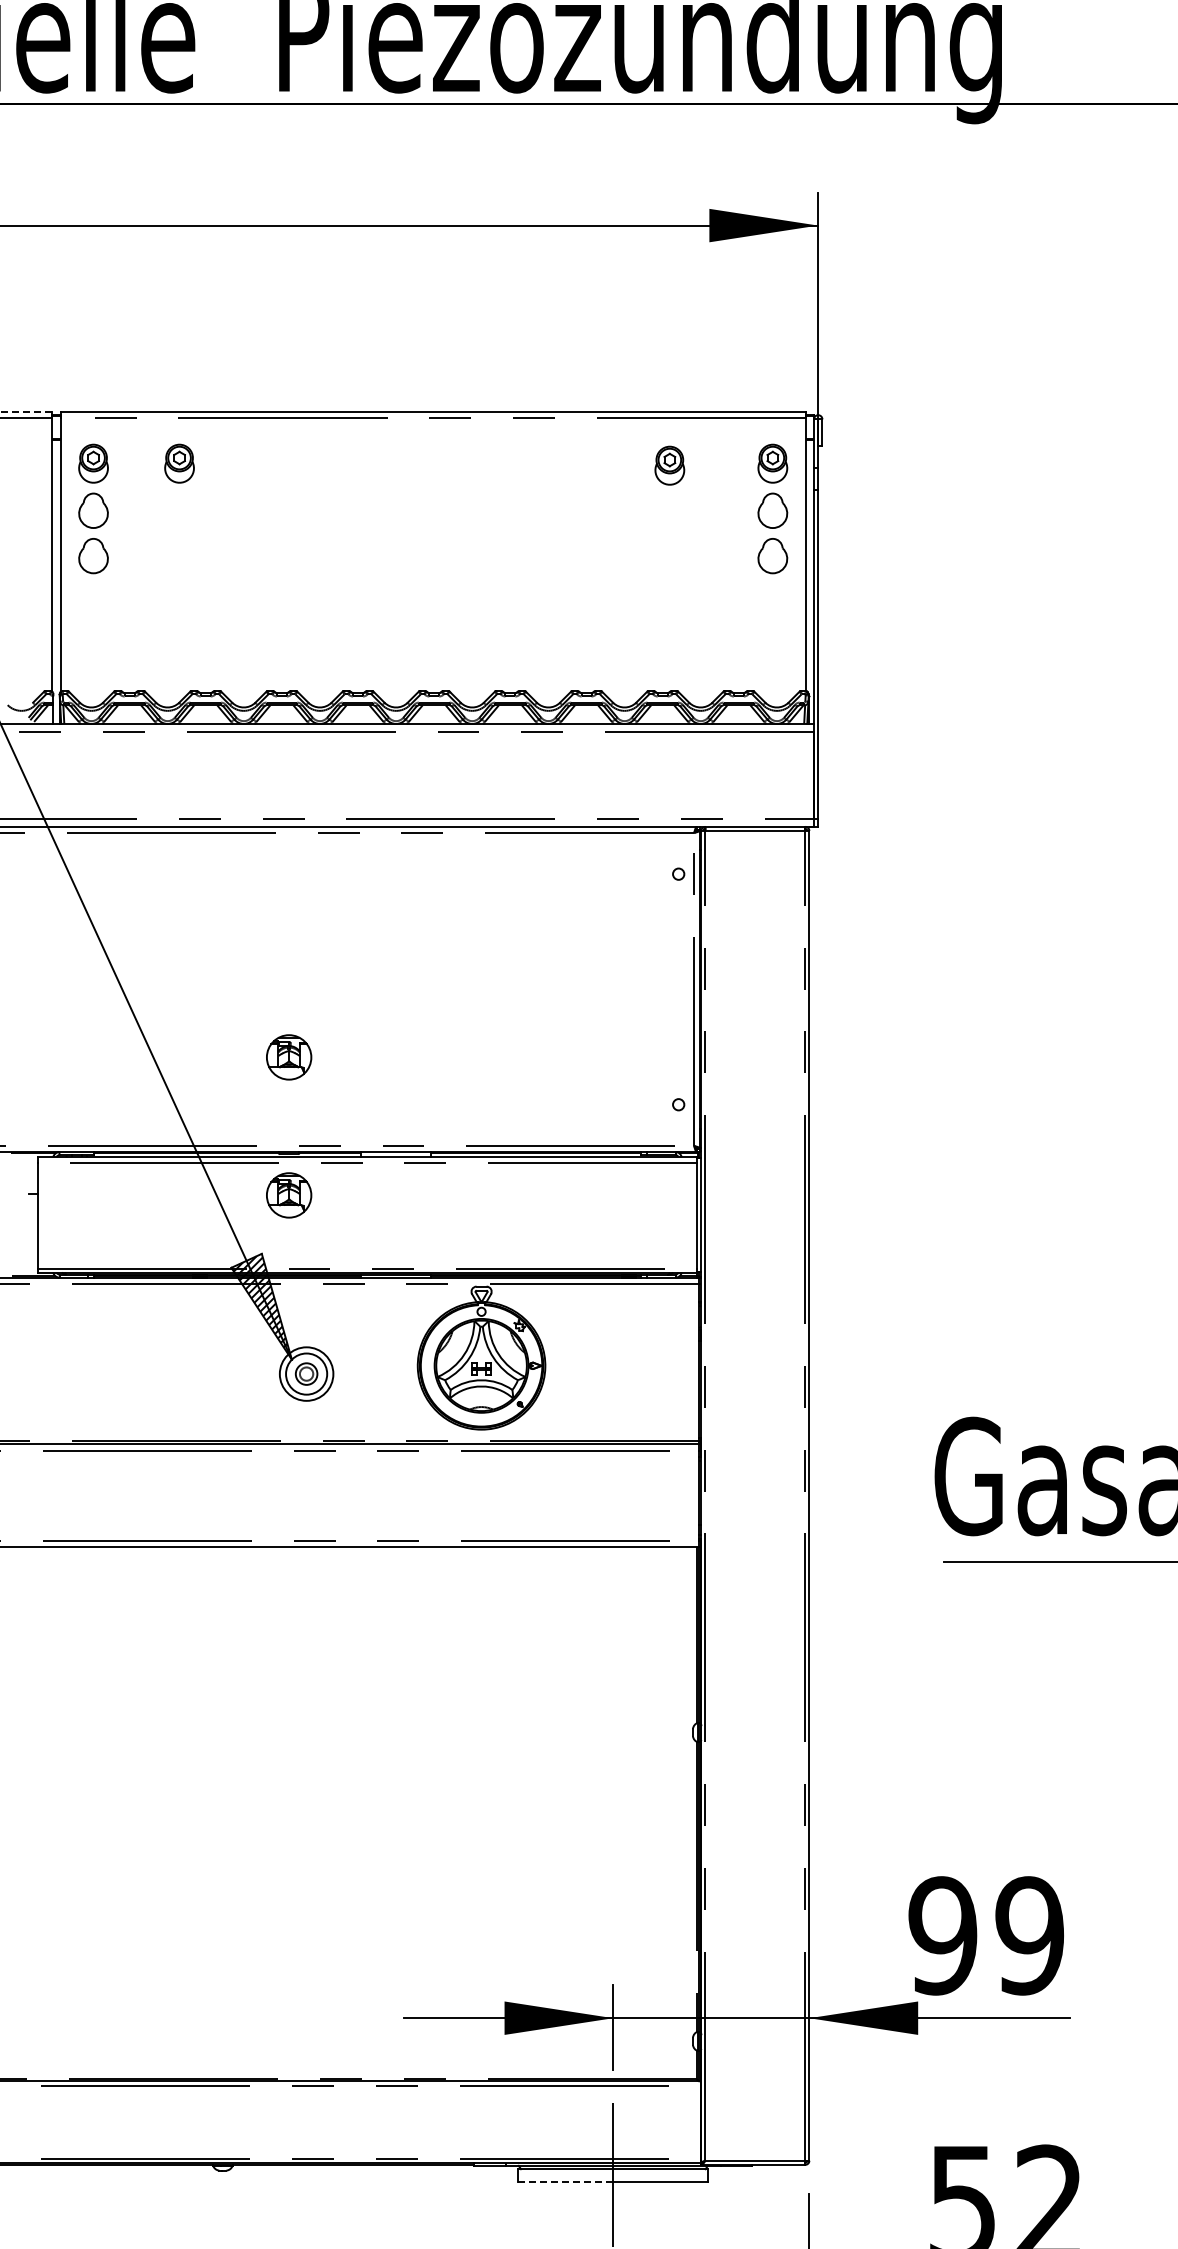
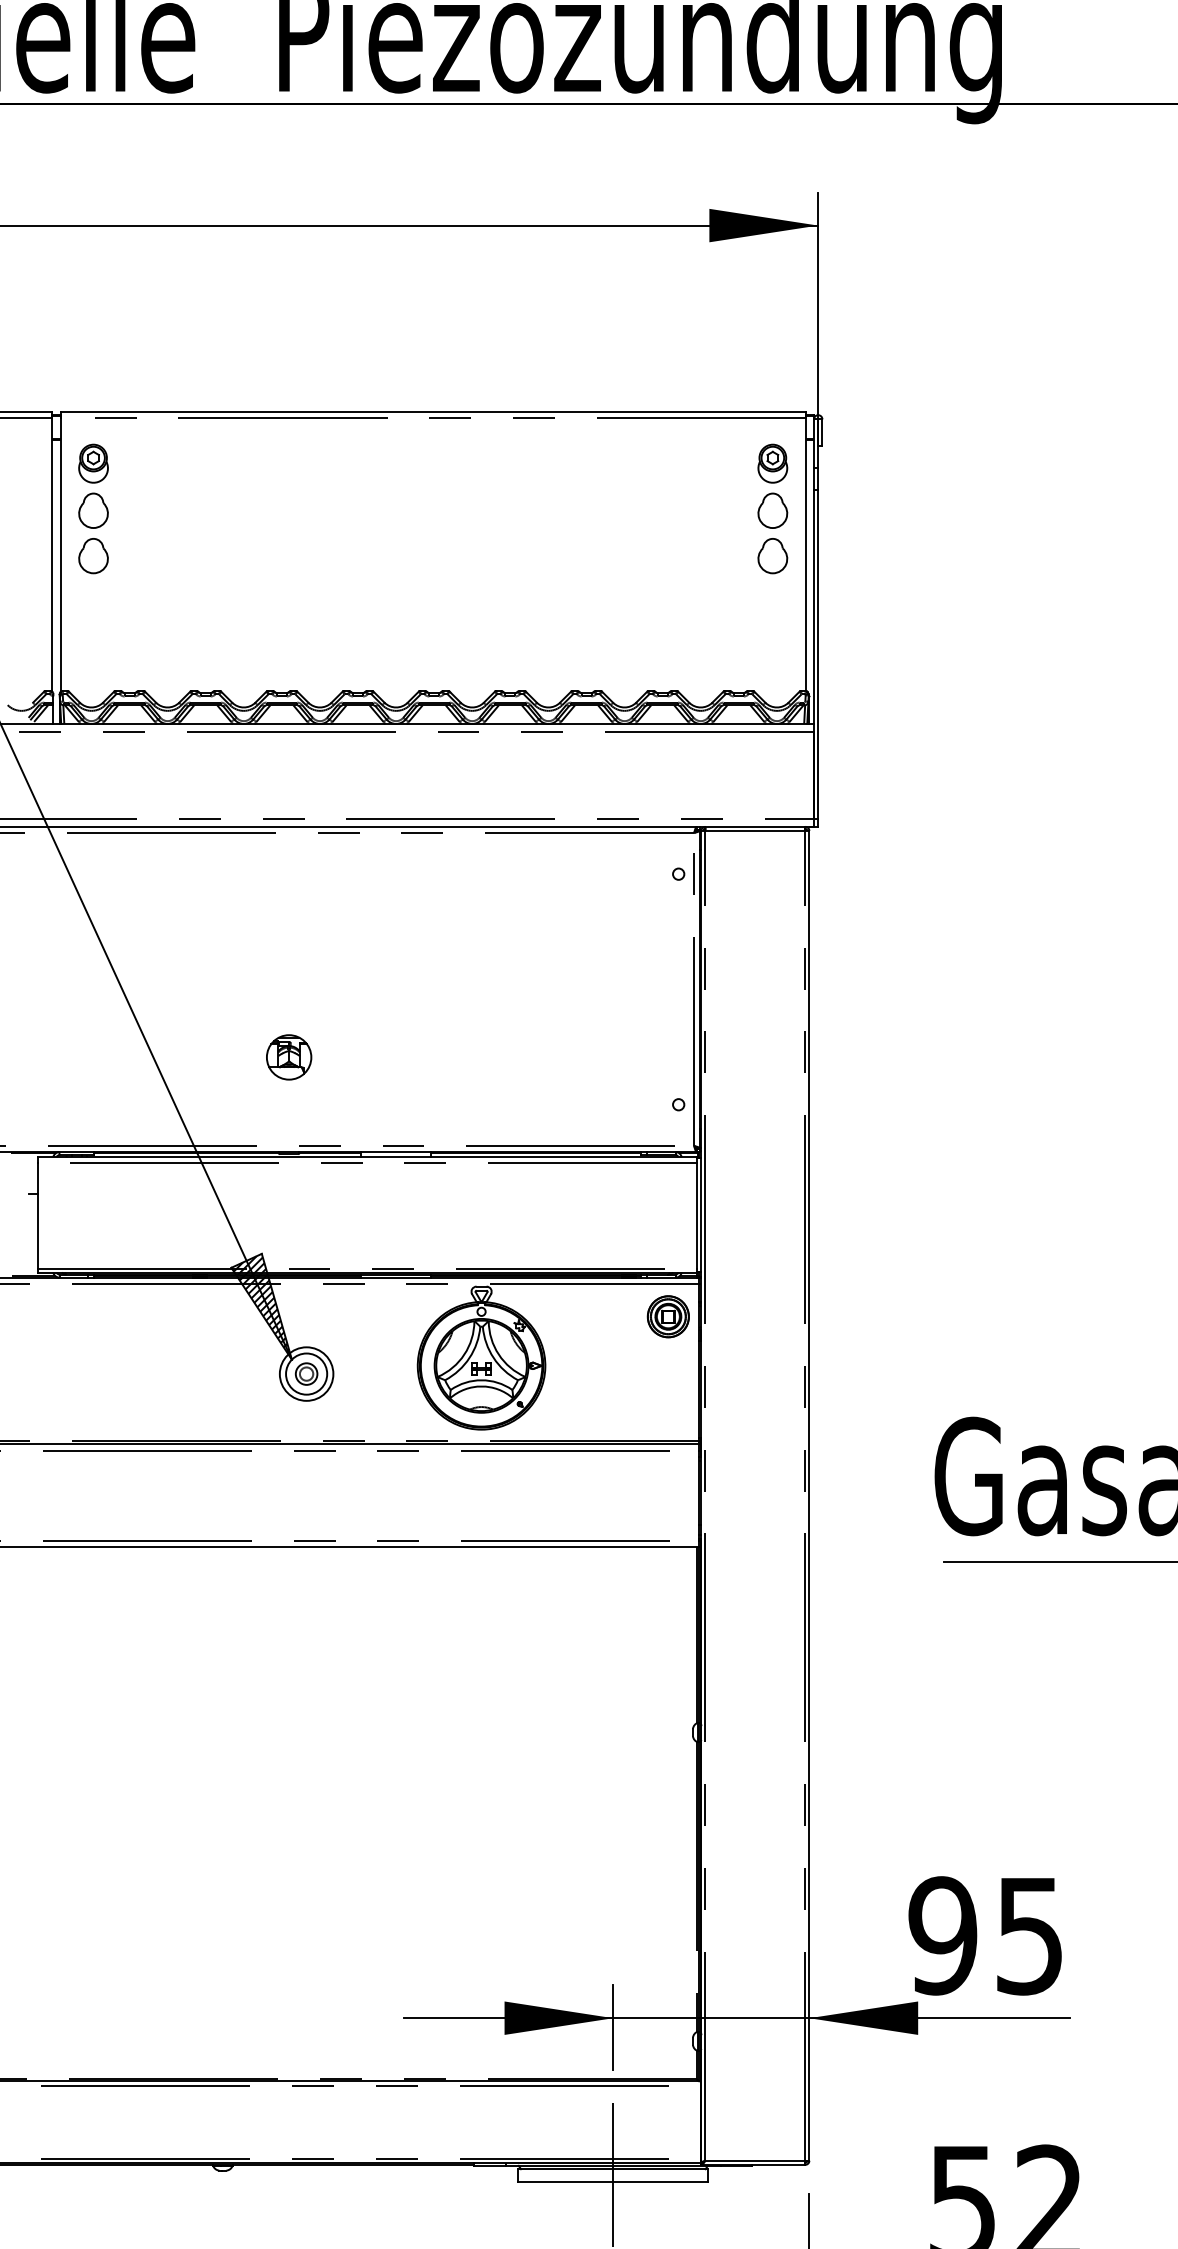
line at (26, 411): dashed -> solid
part at (179, 463): present -> none
part at (669, 465): present -> none
part at (289, 1195): present -> none
part at (667, 1316): none -> present
text at (1029, 1935): 99 -> 95
line at (566, 2181): dashed -> solid
